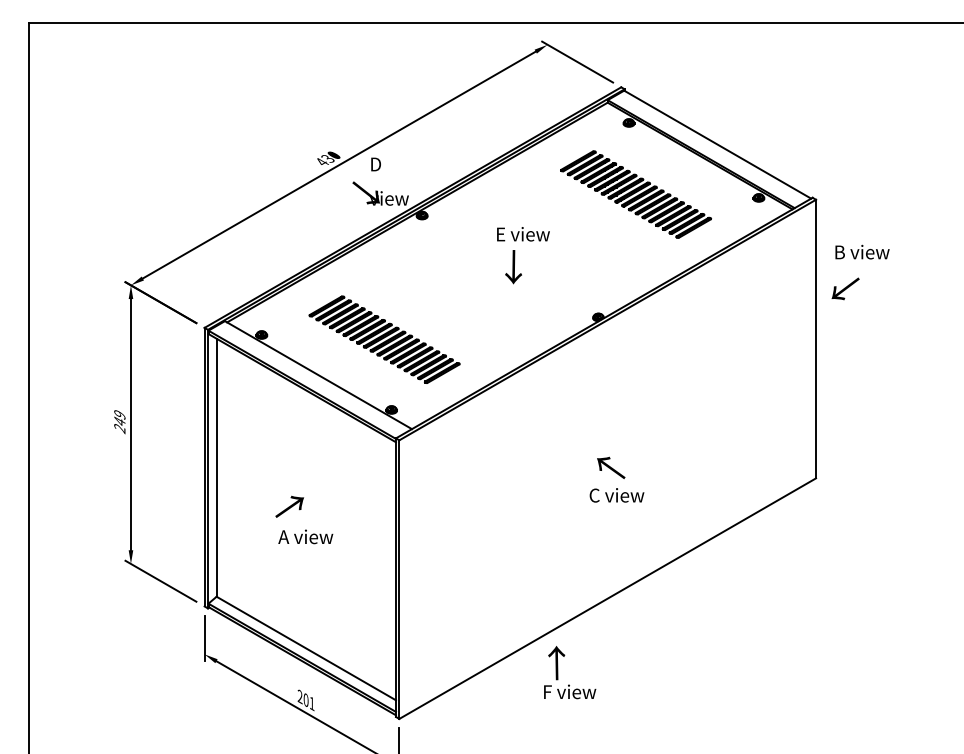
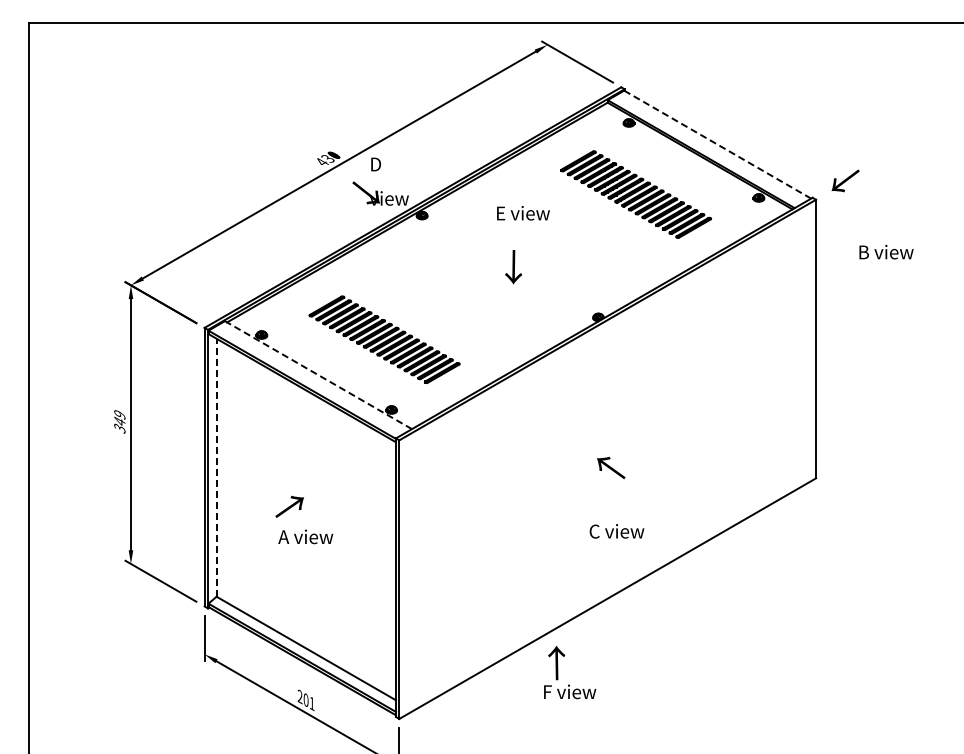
line at (717, 144): solid -> dashed
text at (523, 234) position: (523, 234) -> (523, 213)
text at (862, 251) position: (862, 251) -> (886, 251)
text at (845, 288) position: (845, 288) -> (845, 180)
line at (318, 375): solid -> dashed
text at (120, 428): 249 -> 349
line at (216, 467): solid -> dashed
text at (616, 495) position: (616, 495) -> (616, 531)
